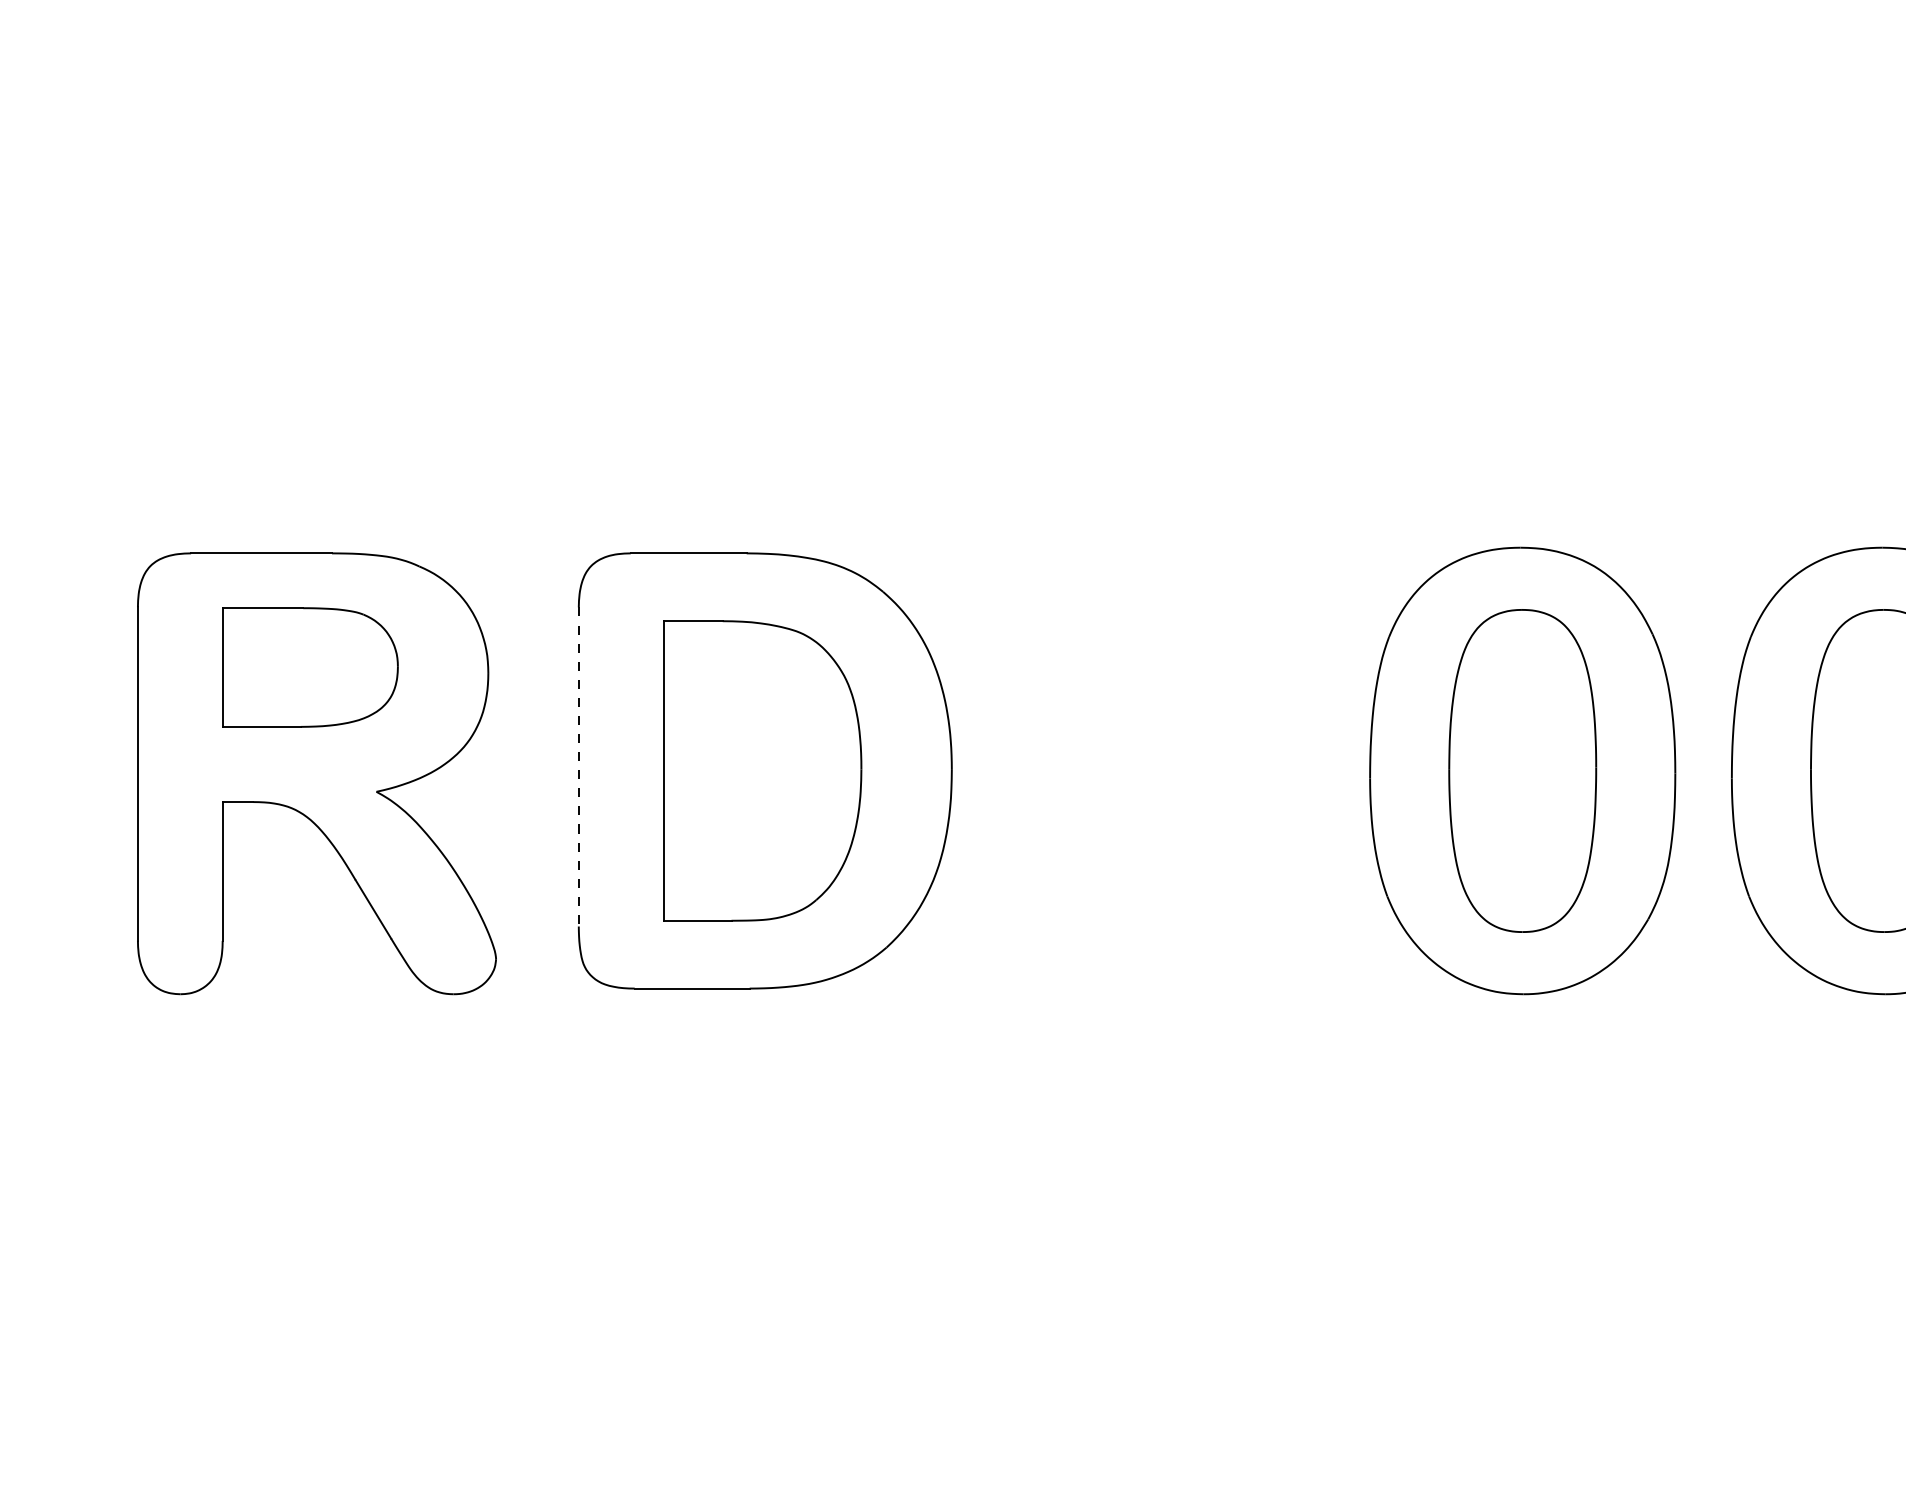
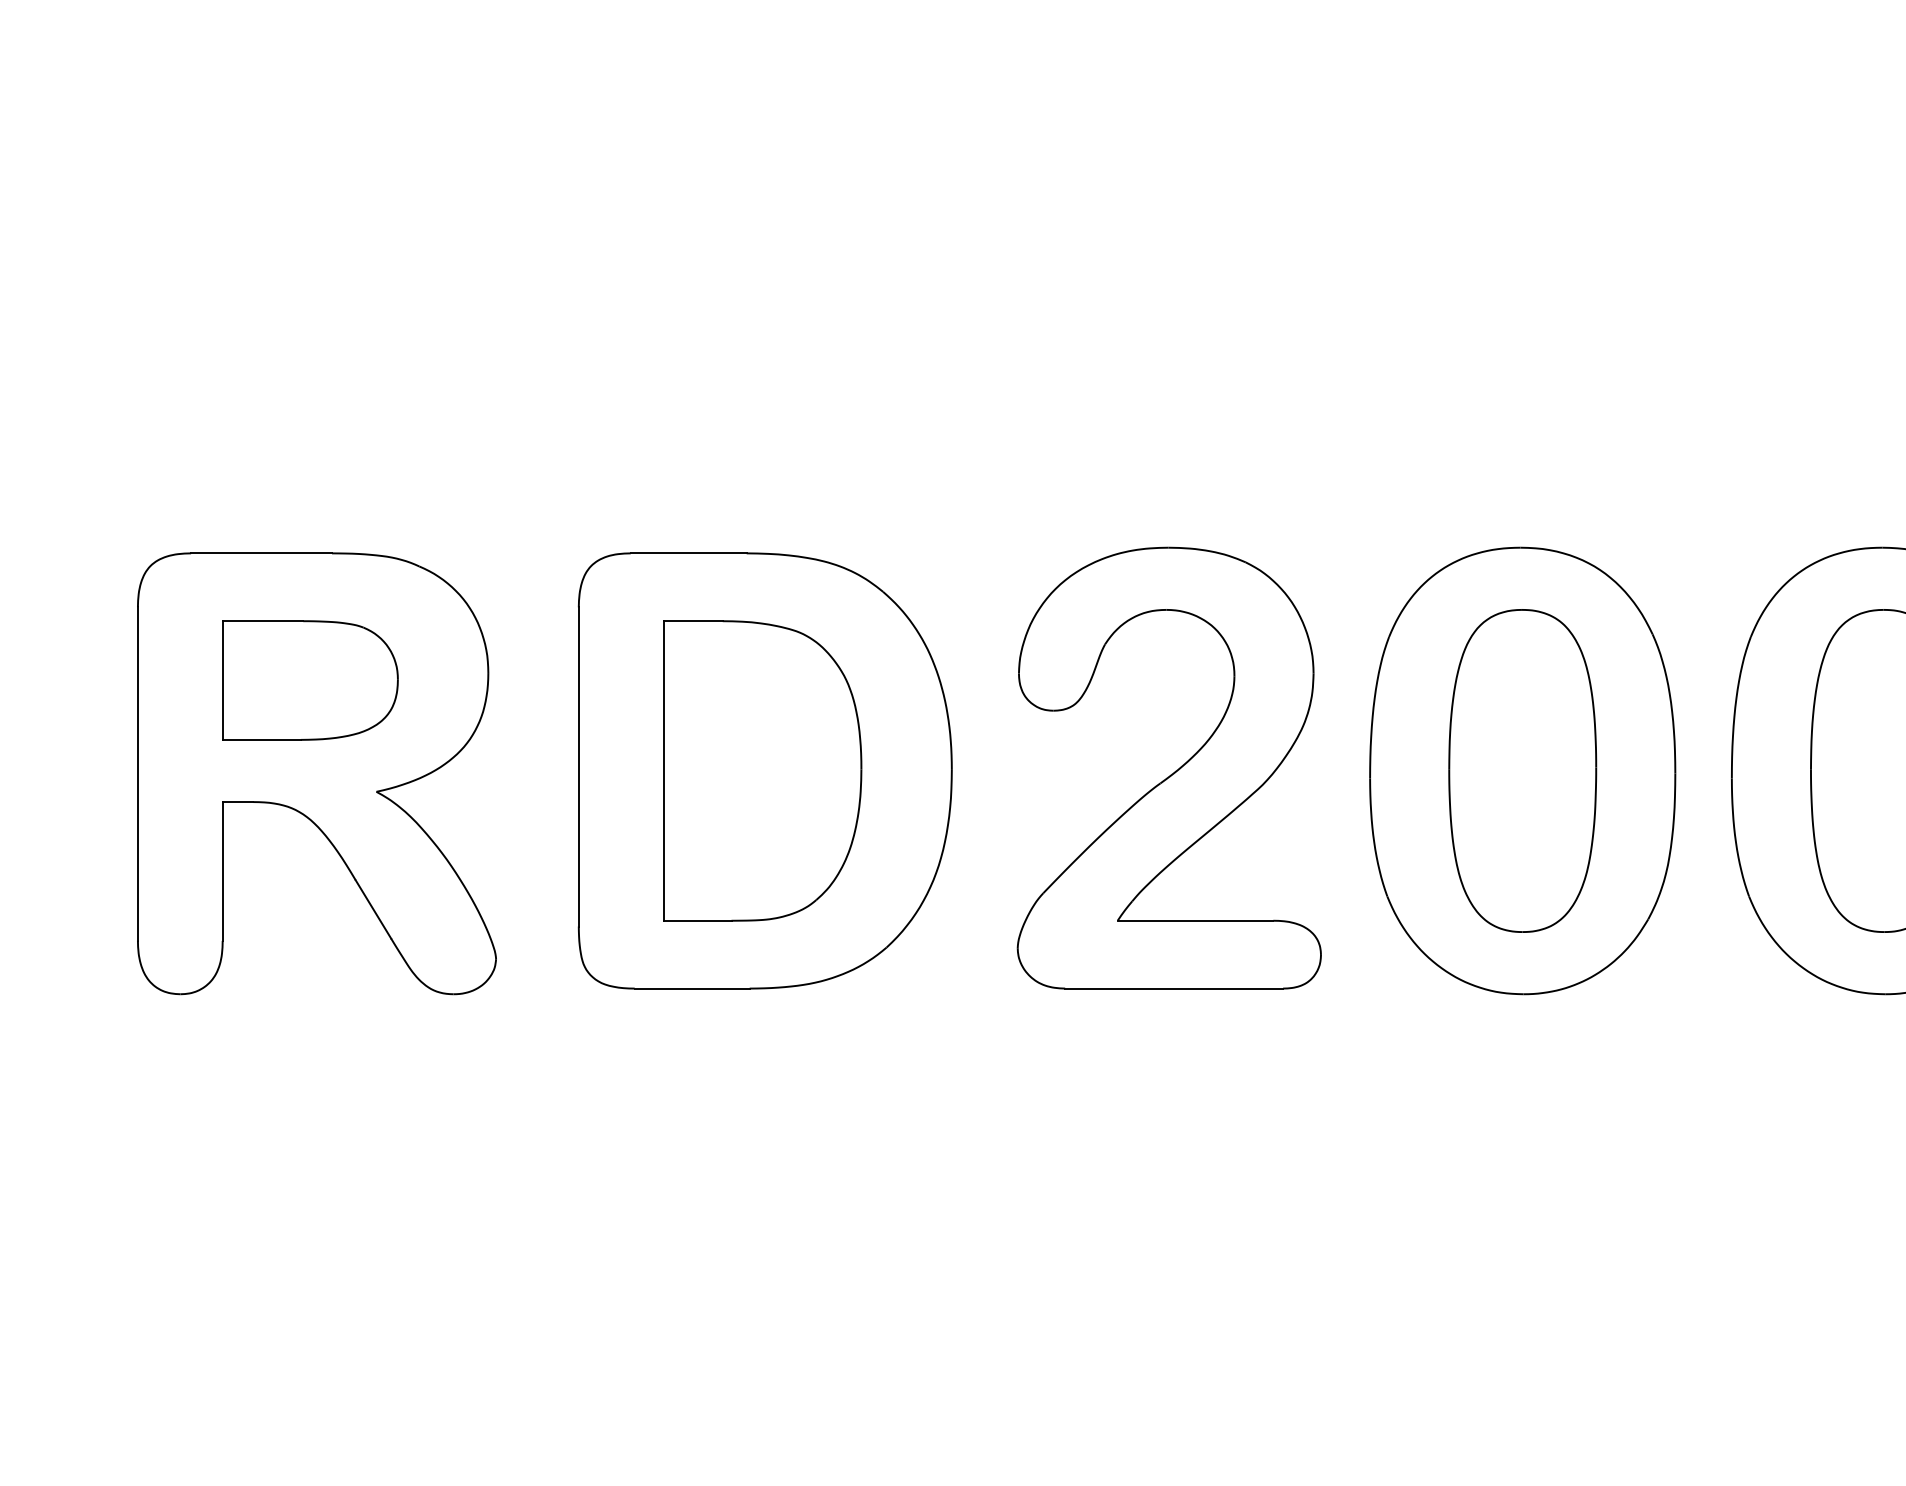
part at (310, 667) position: (310, 667) -> (310, 680)
line at (578, 766): dashed -> solid
part at (1173, 772): none -> present
